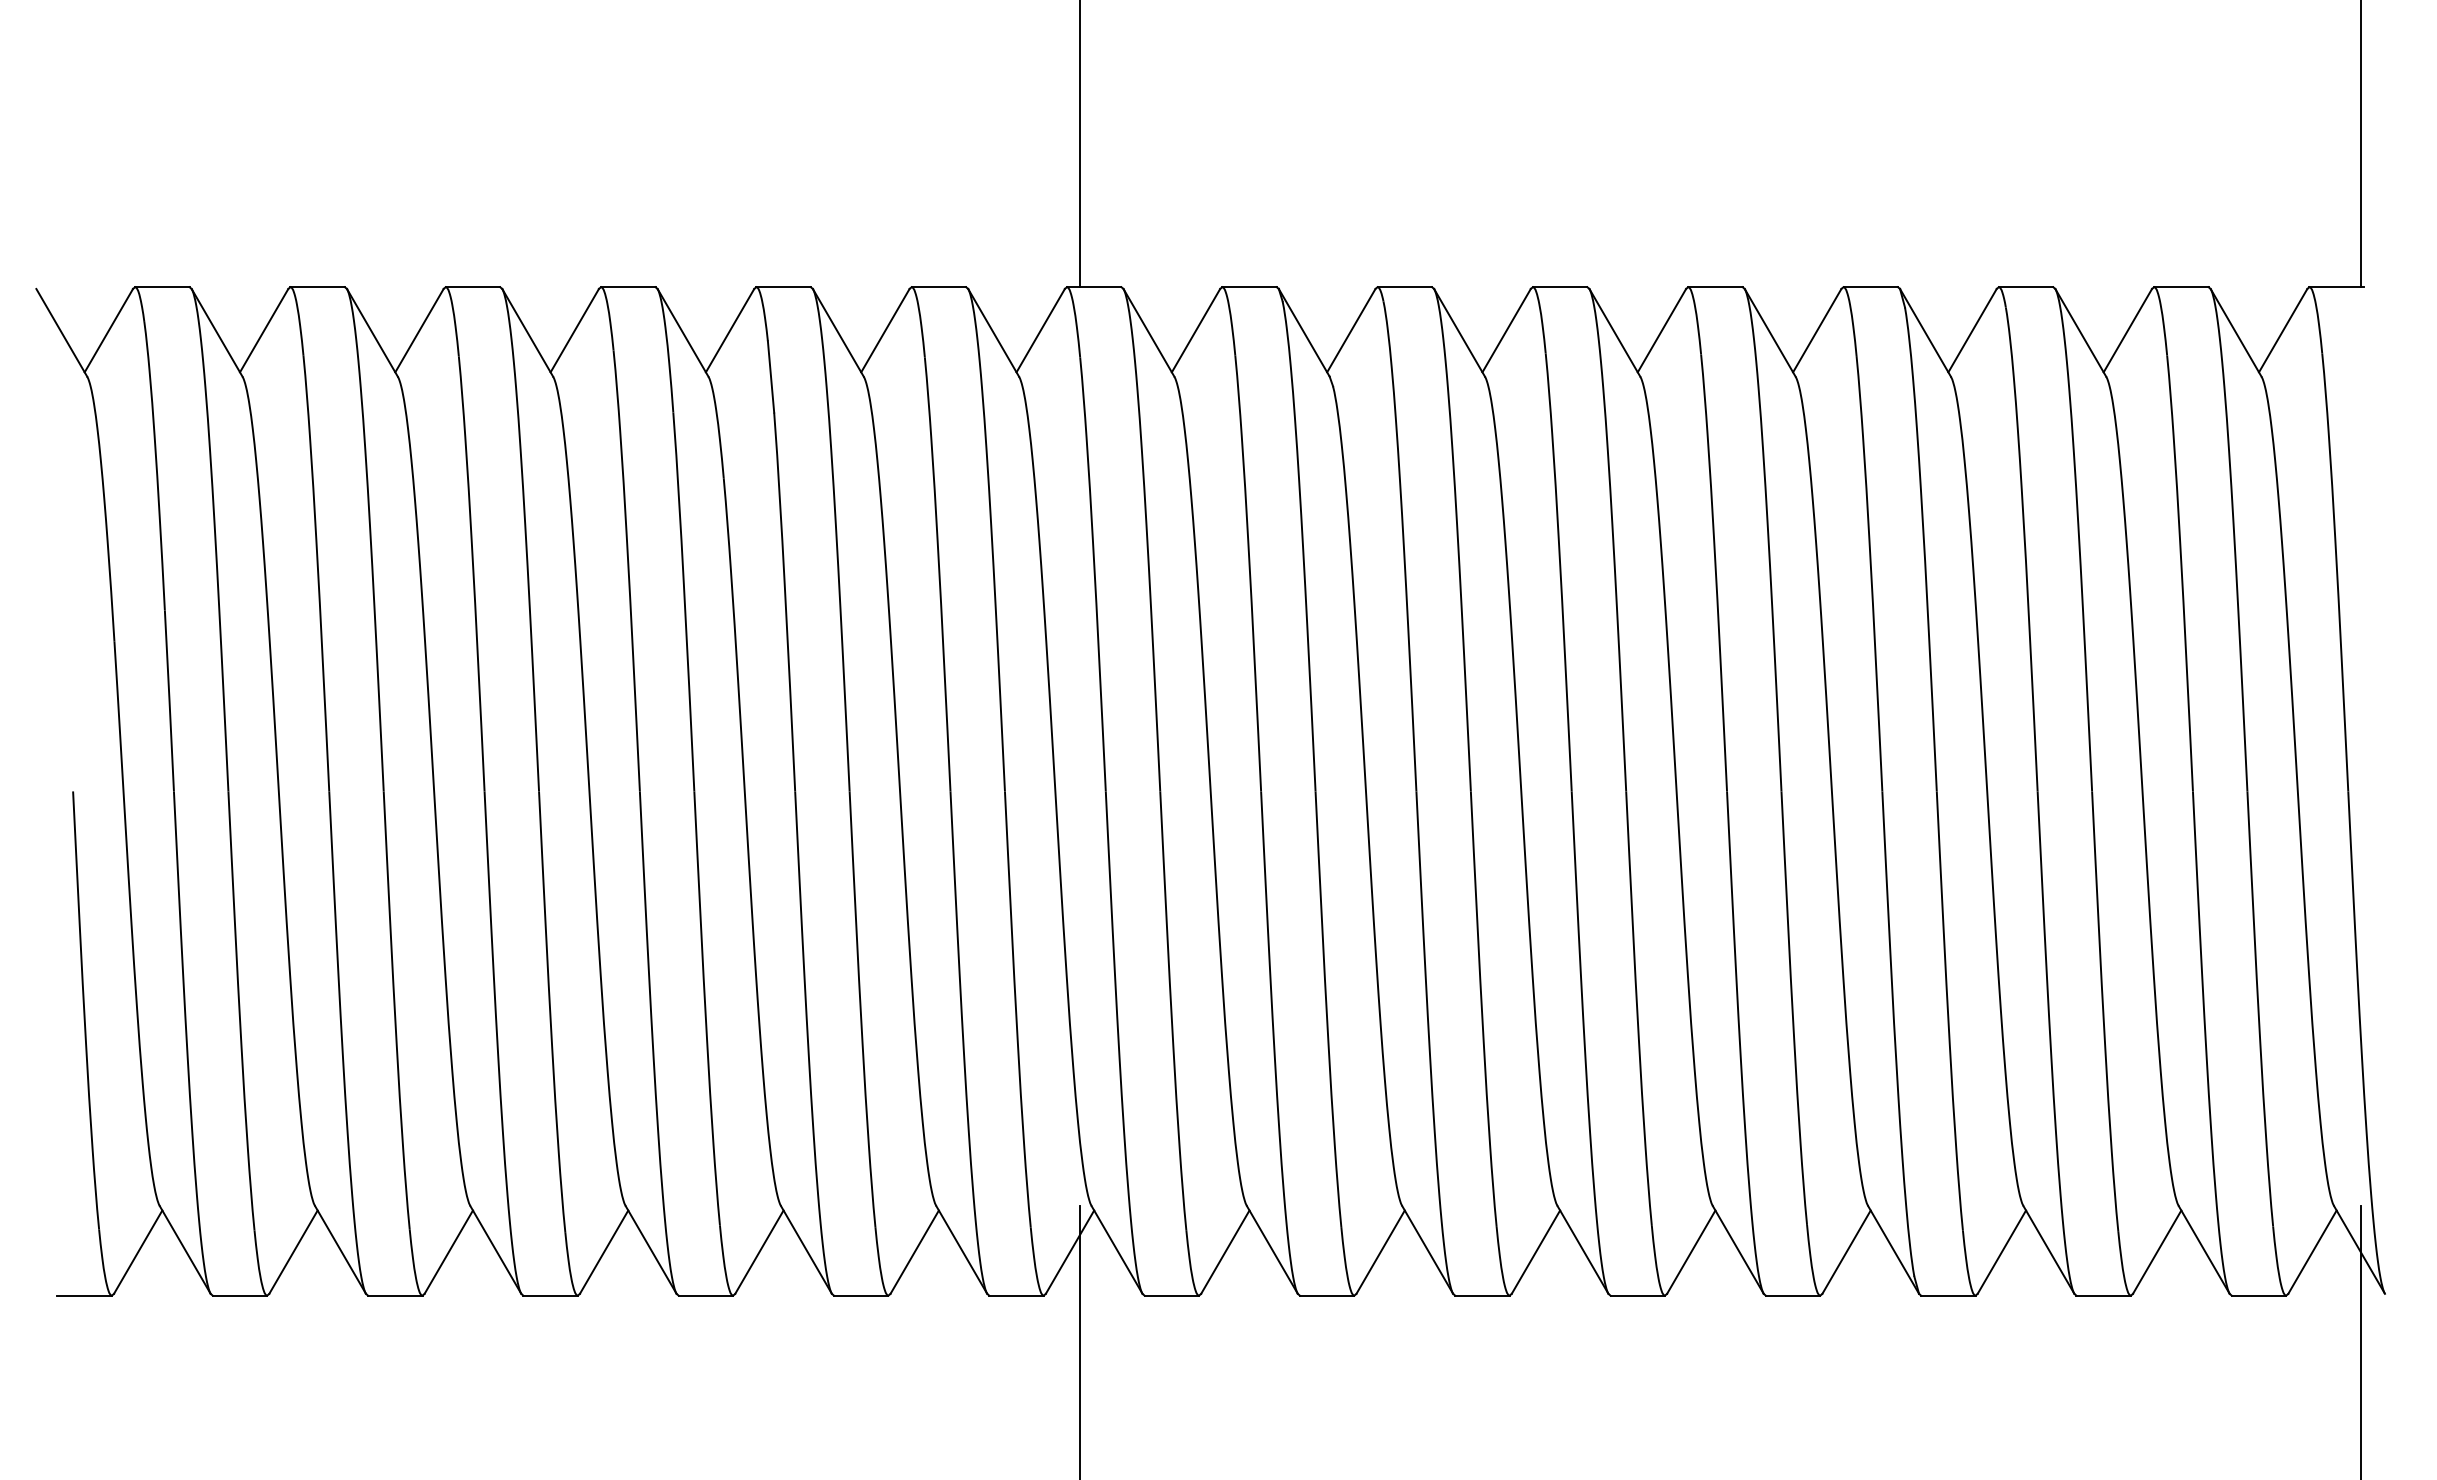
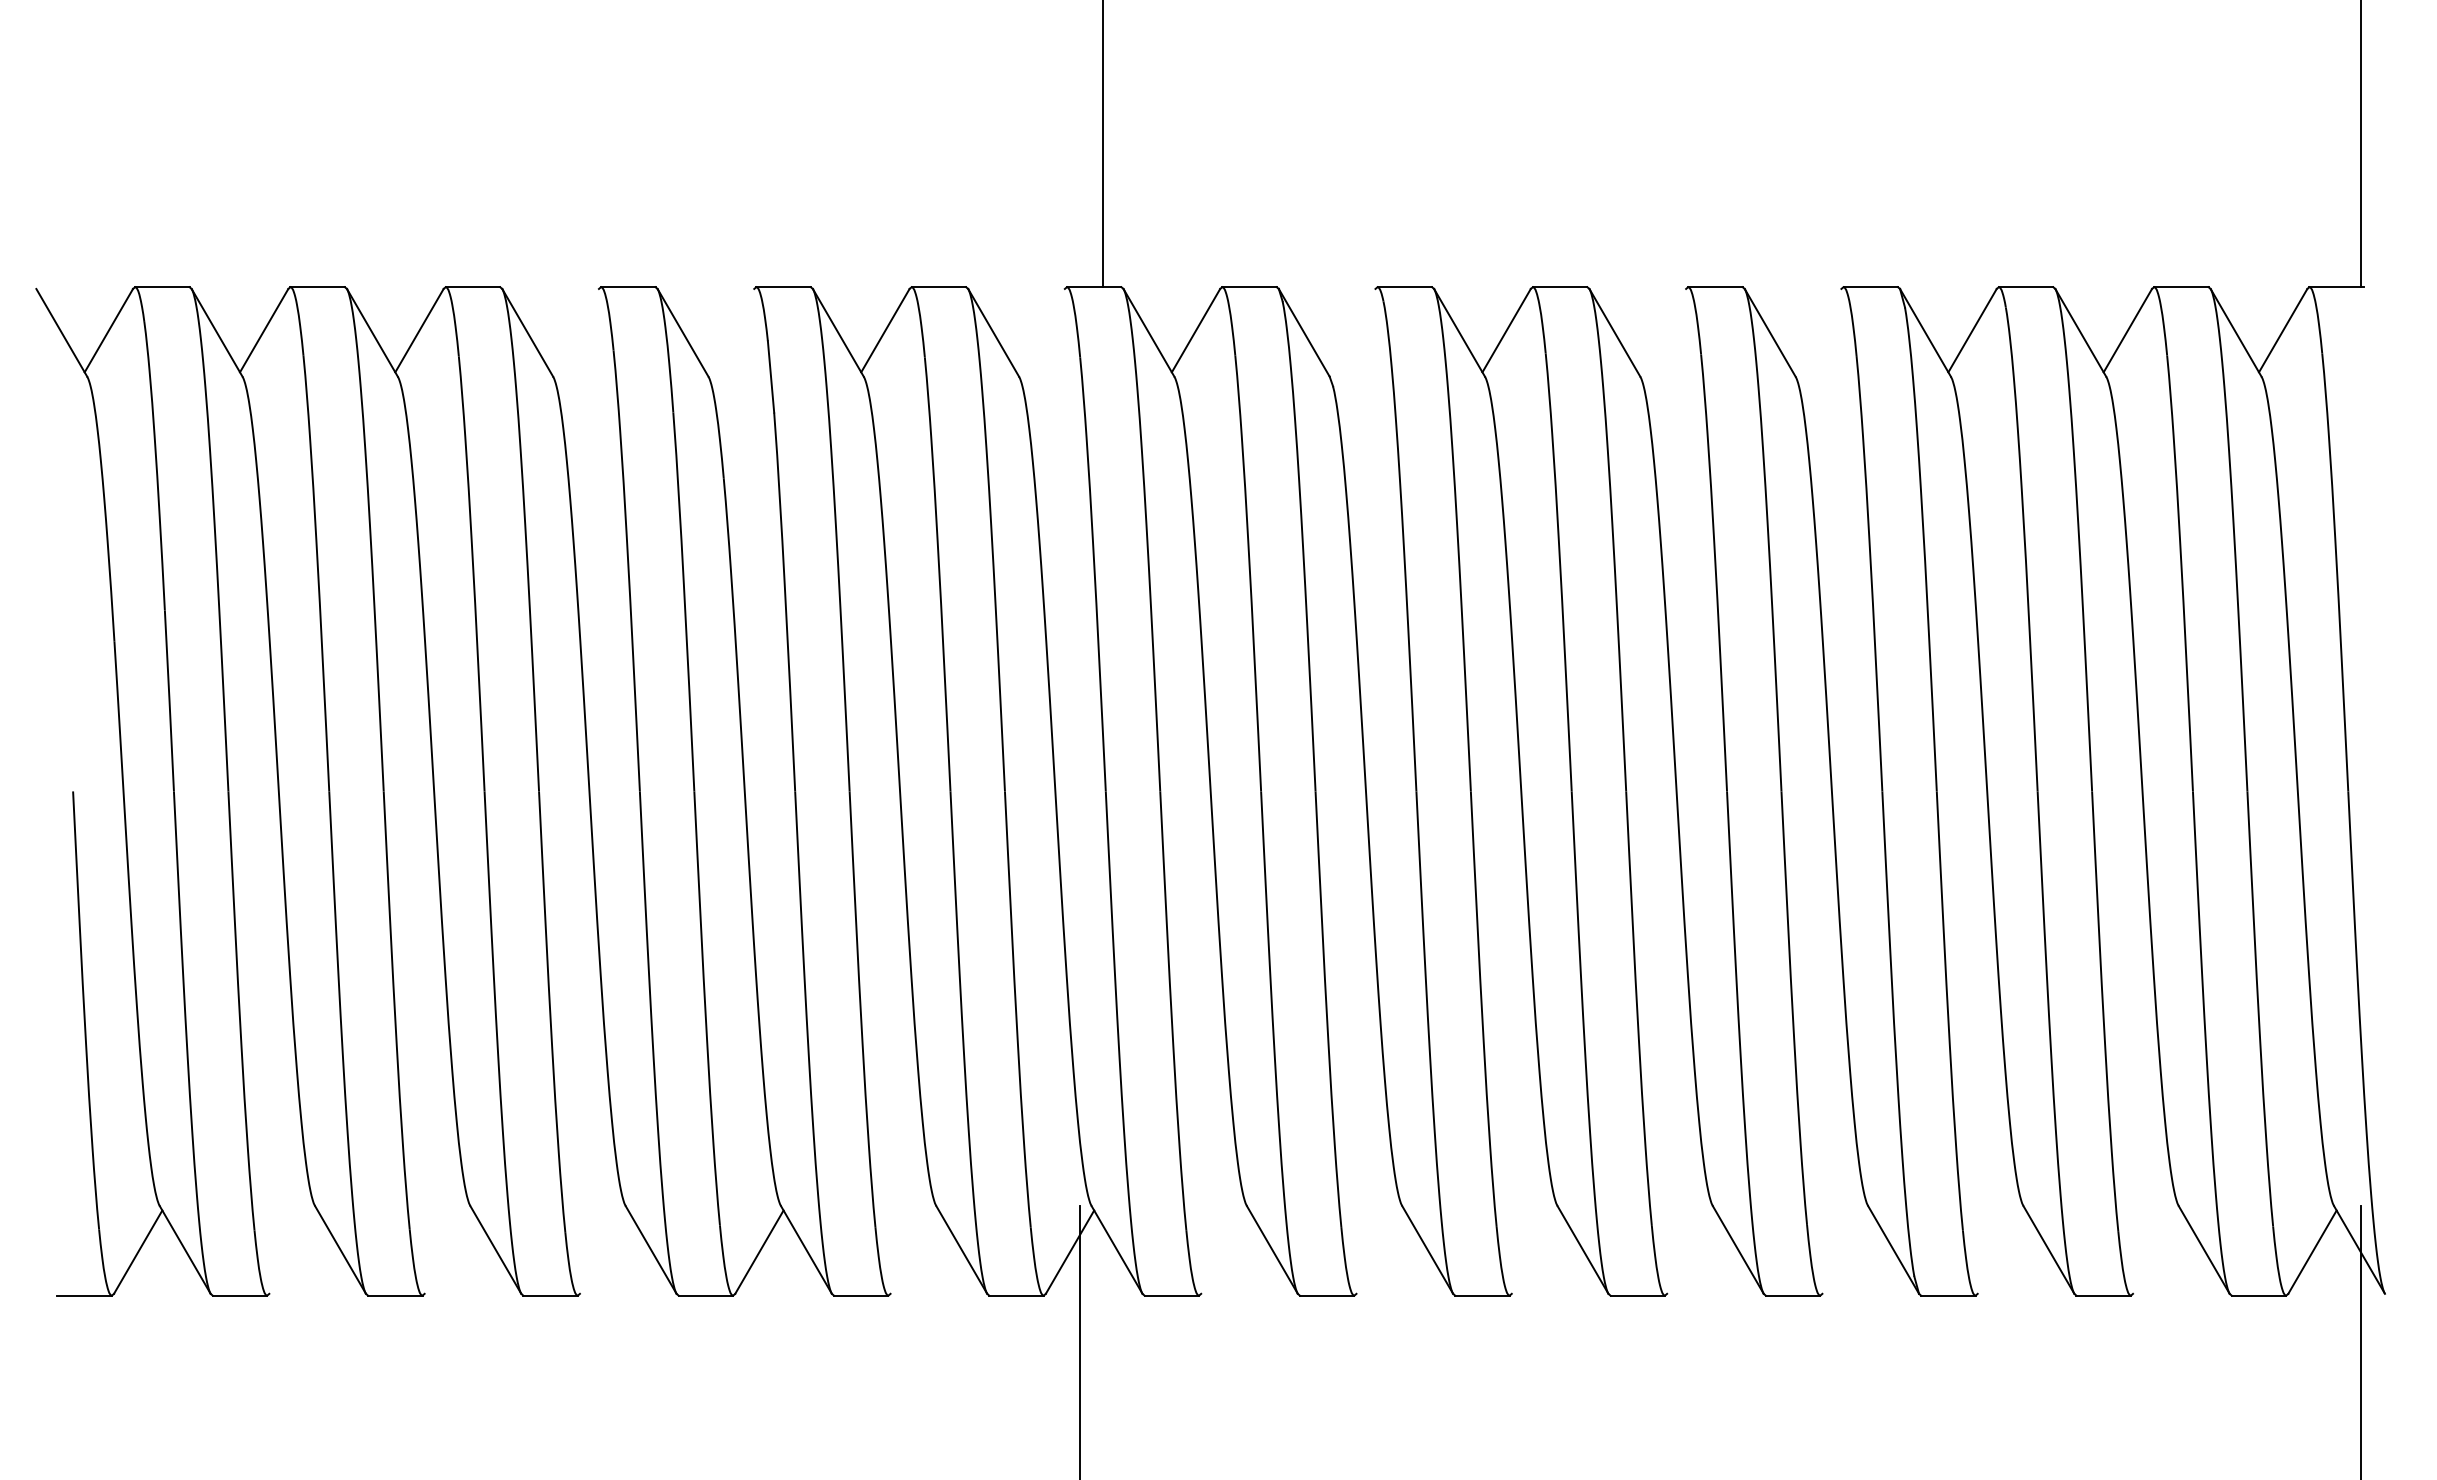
line at (1080, 144) position: (1080, 144) -> (1103, 144)
line at (574, 330): present -> none
line at (729, 330): present -> none
line at (1040, 330): present -> none
line at (1351, 330): present -> none
line at (1661, 330): present -> none
line at (1817, 330): present -> none
line at (293, 1251): present -> none
line at (448, 1251): present -> none
line at (603, 1251): present -> none
line at (914, 1251): present -> none
line at (1225, 1251): present -> none
line at (1380, 1251): present -> none
line at (1535, 1251): present -> none
line at (1691, 1251): present -> none
line at (1846, 1251): present -> none
line at (2001, 1251): present -> none
line at (2157, 1251): present -> none
